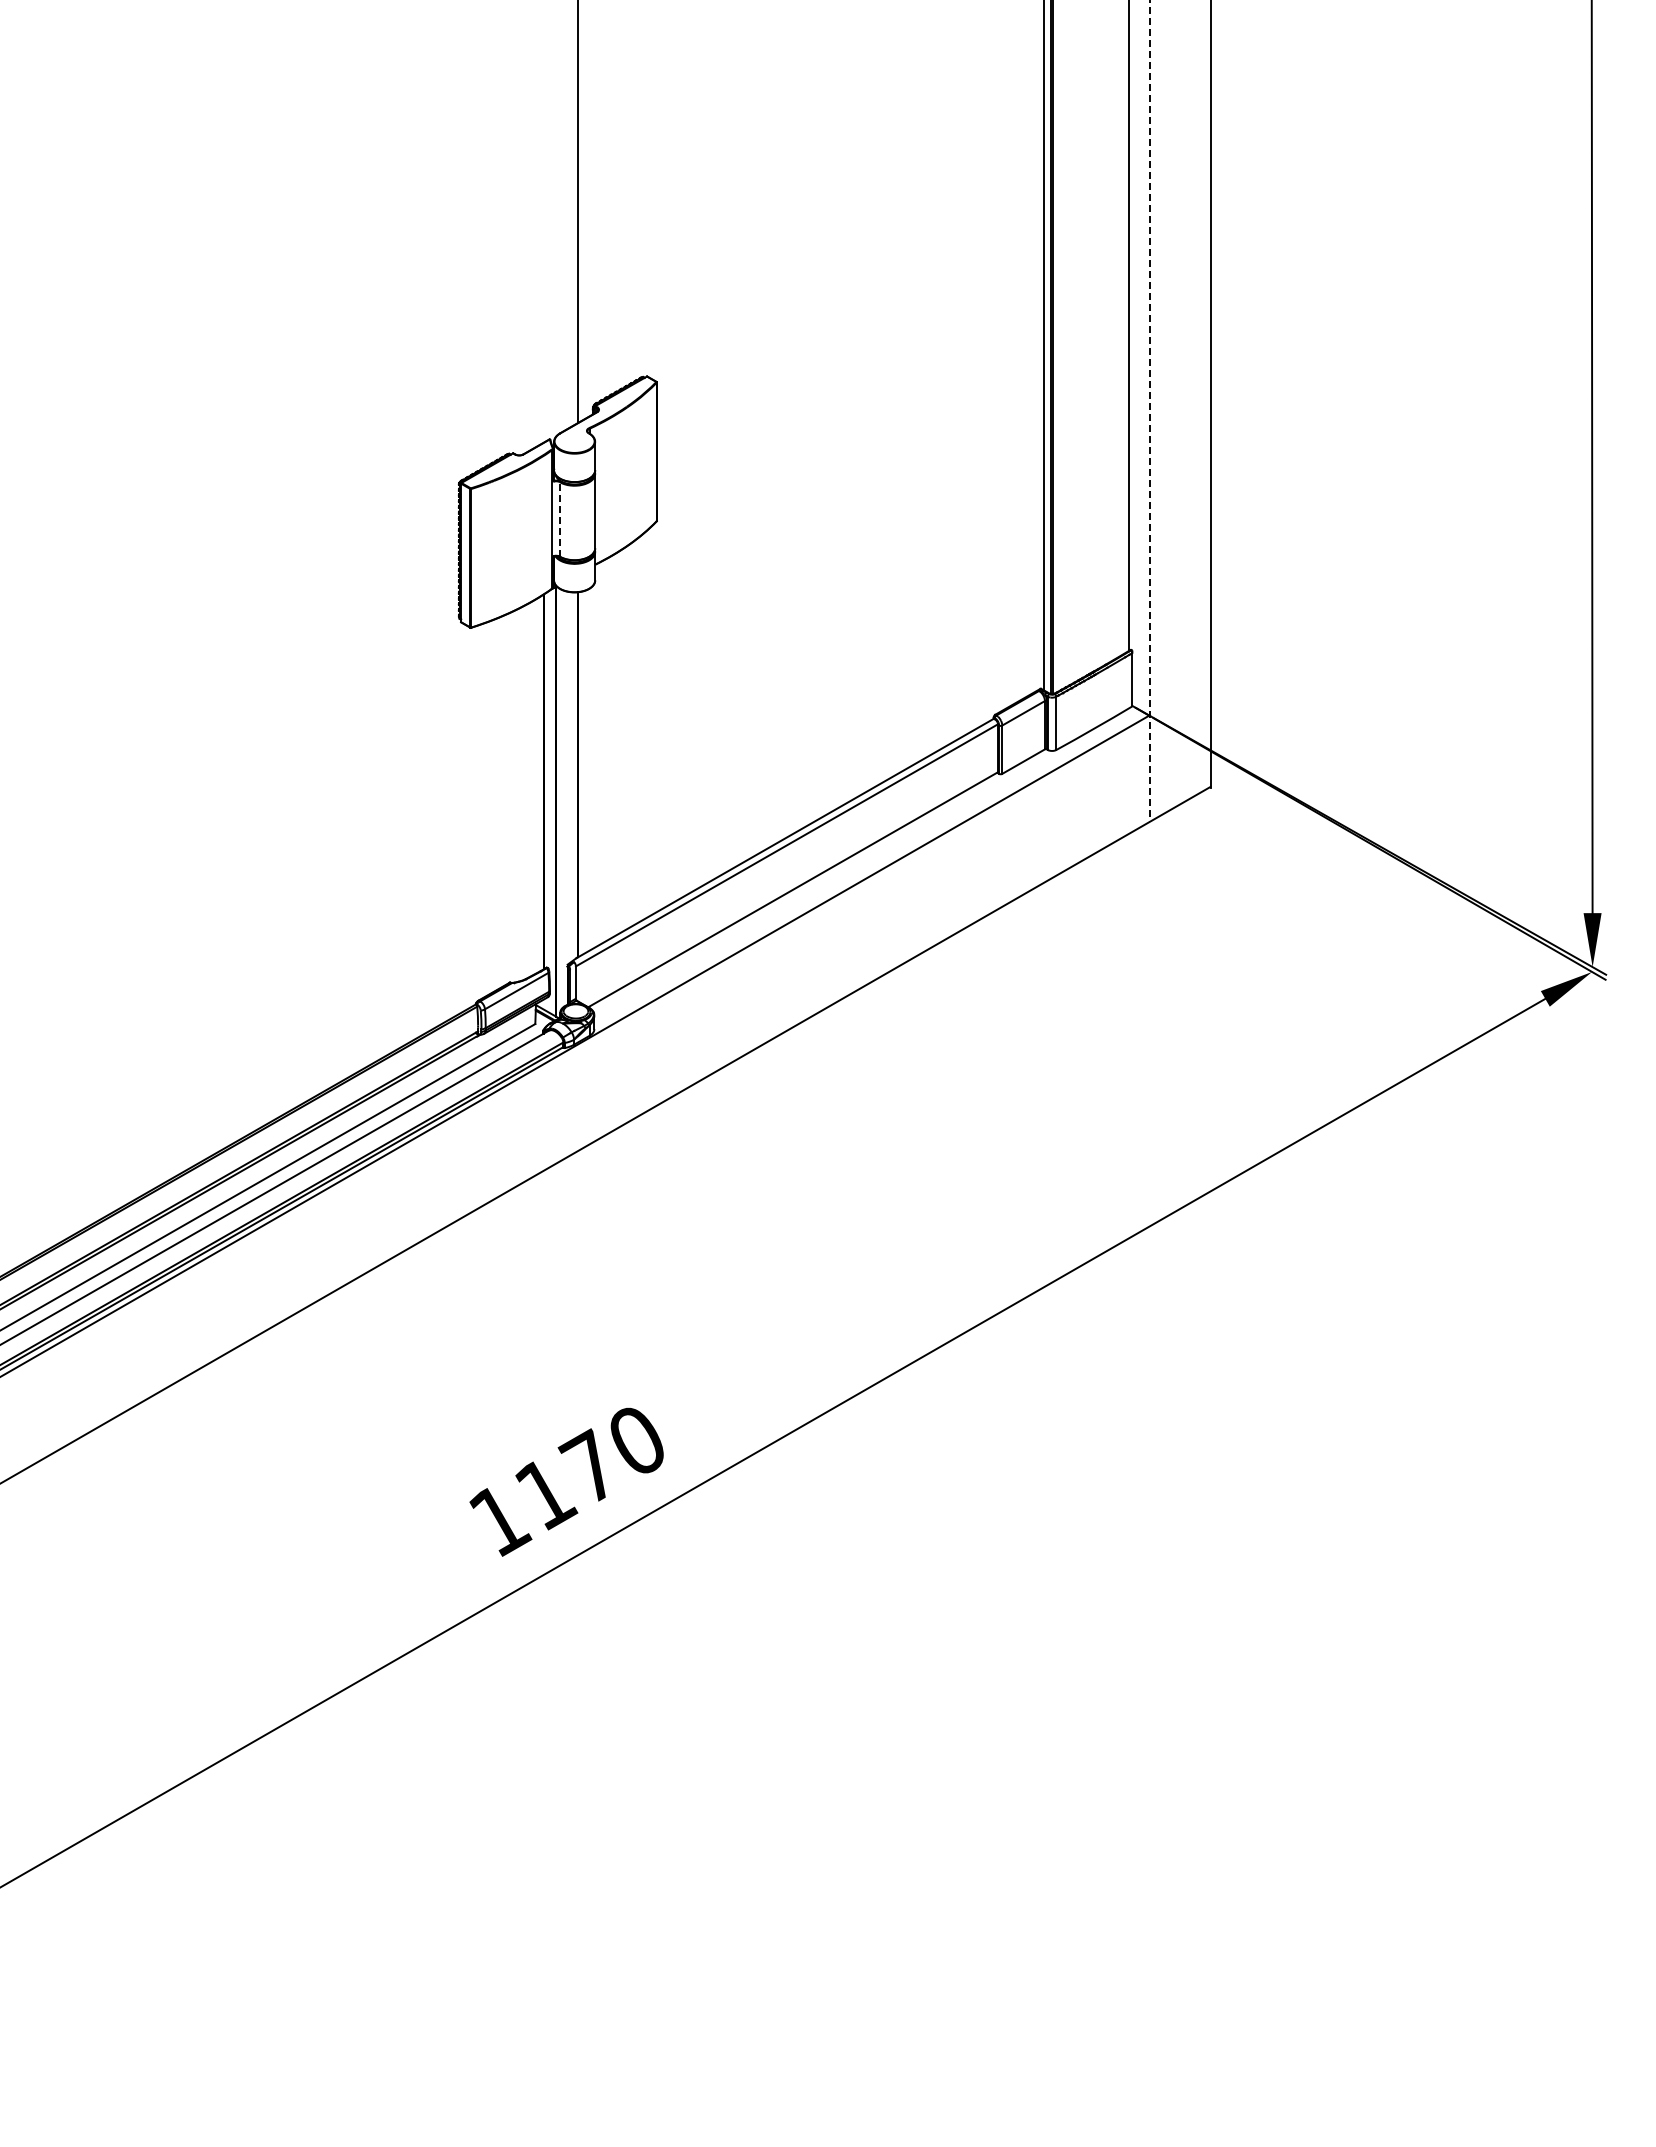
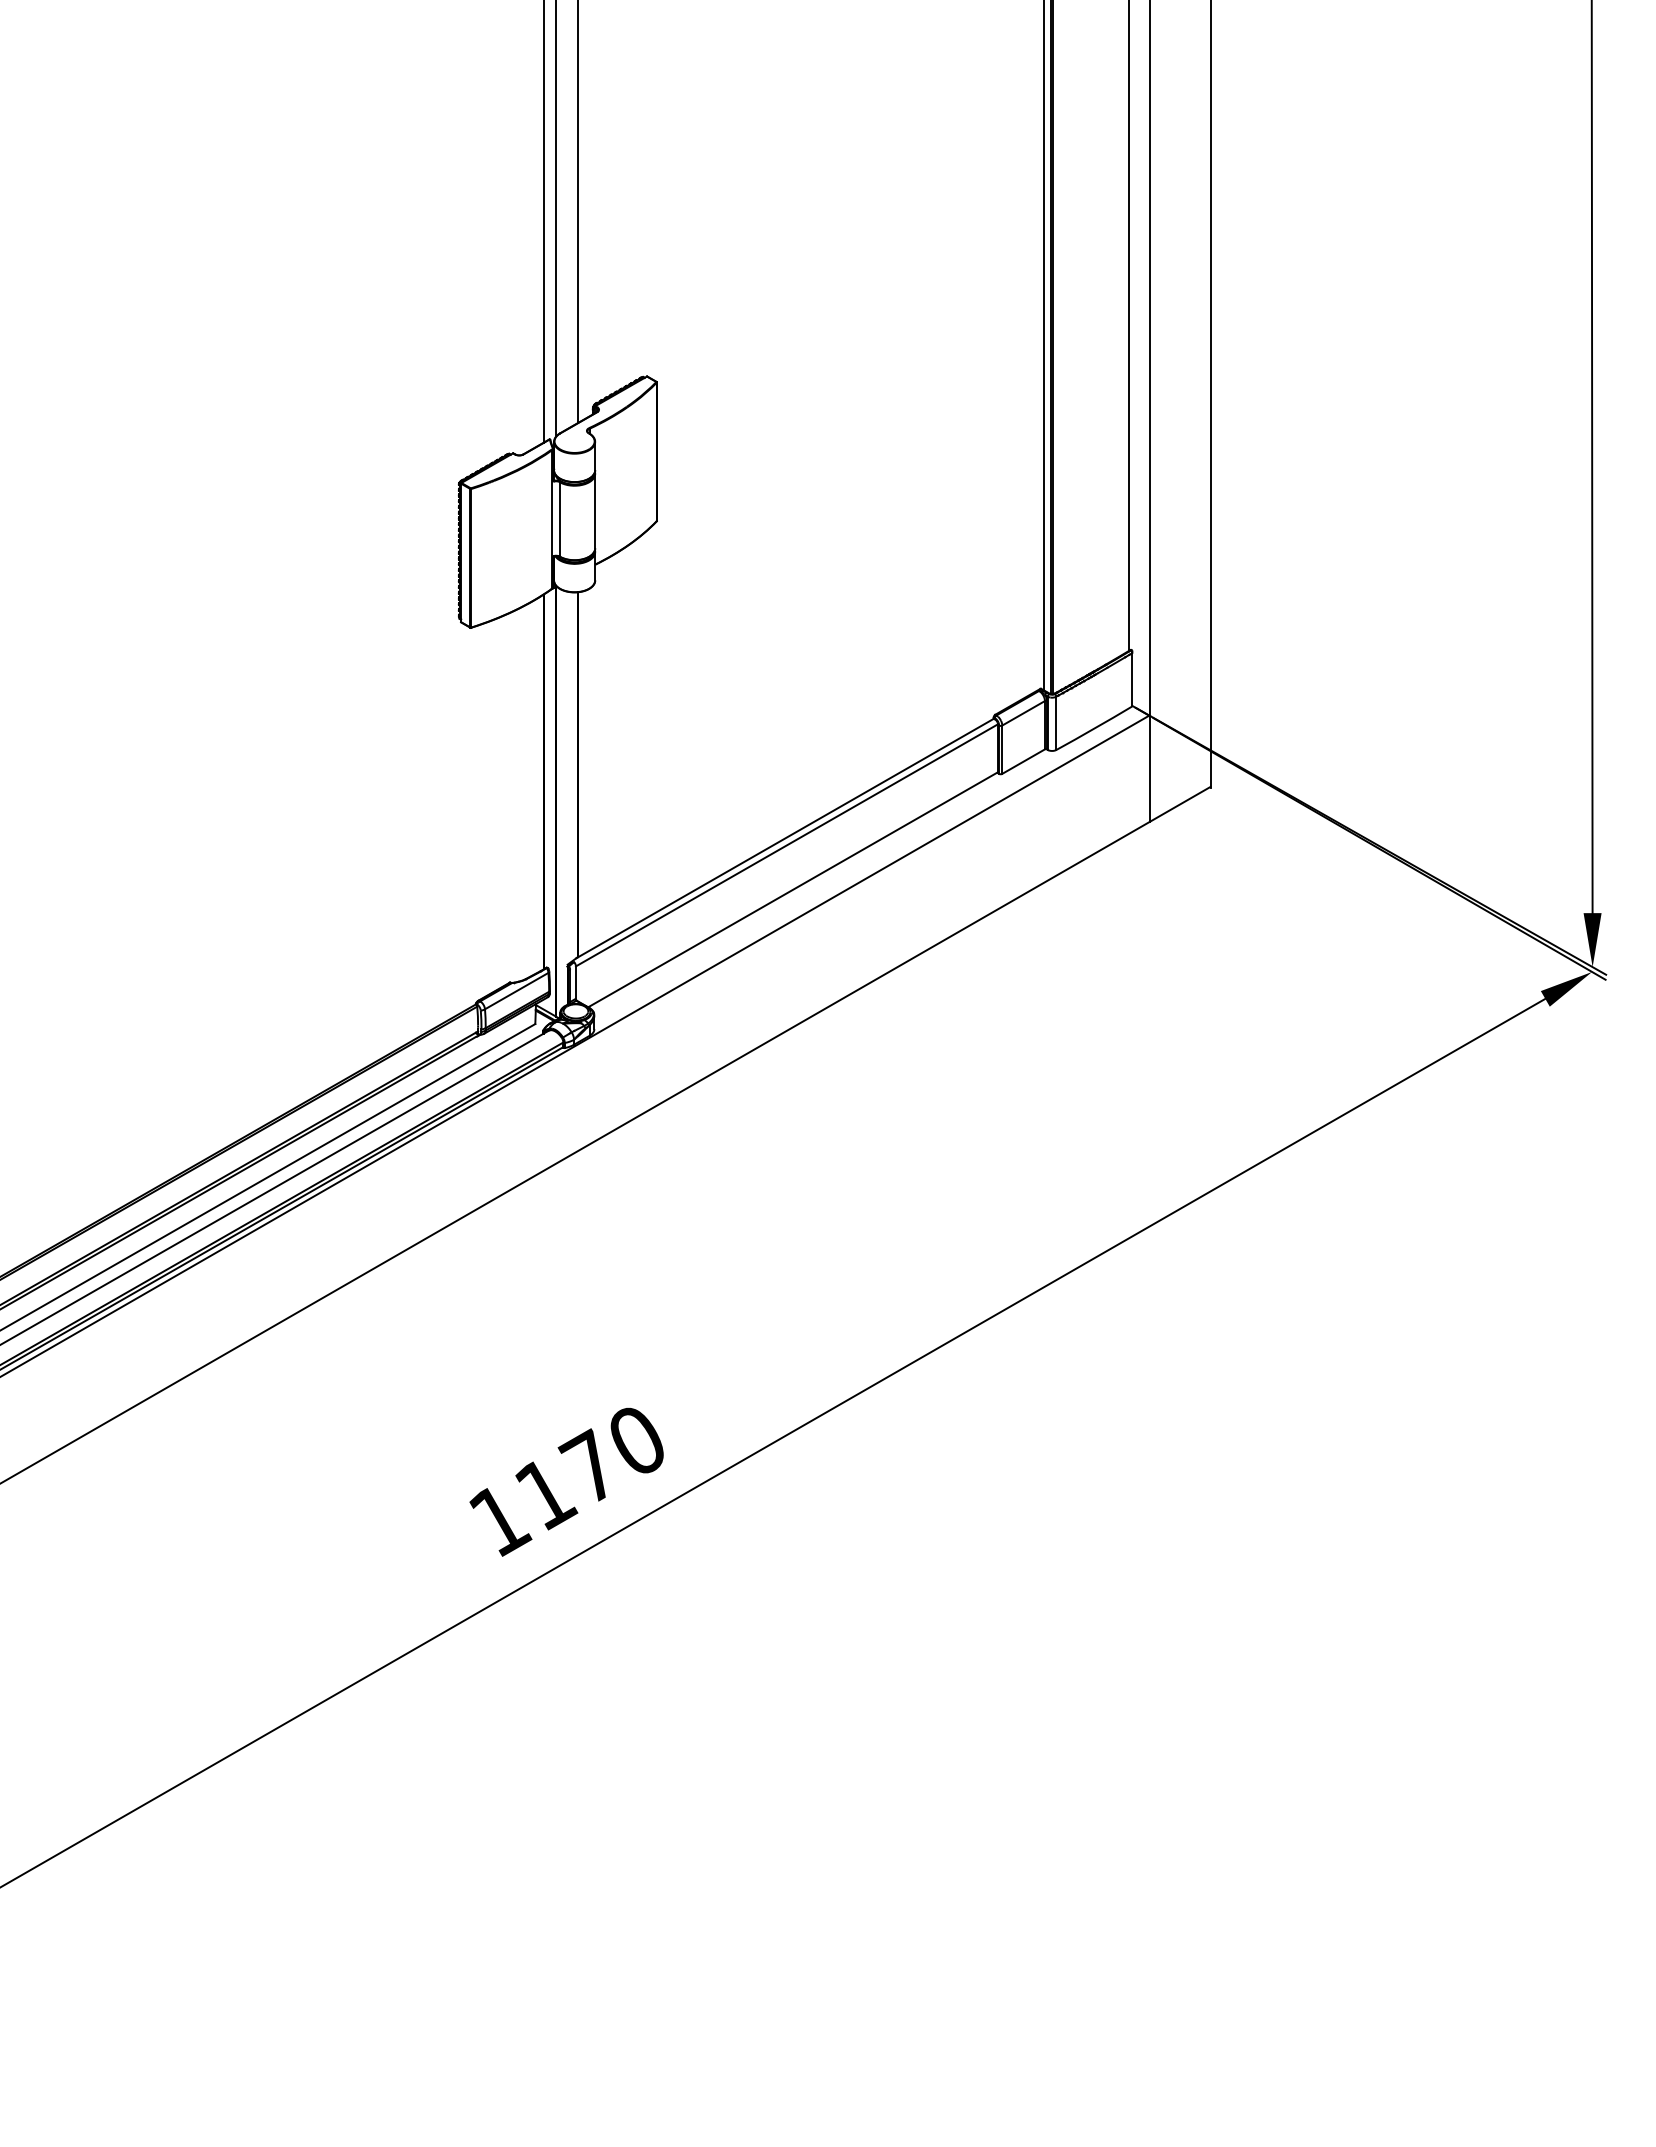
line at (556, 219): none -> present
line at (543, 222): none -> present
line at (1150, 411): dashed -> solid
line at (559, 518): dashed -> solid
